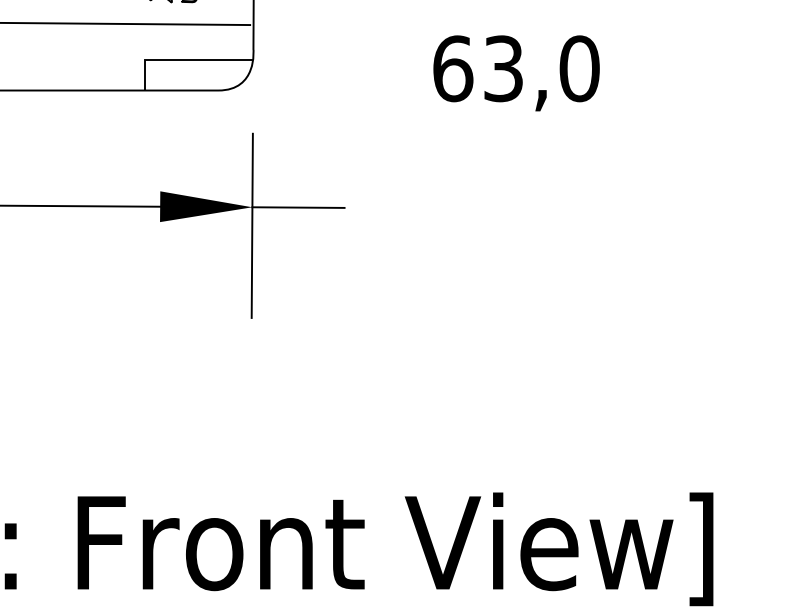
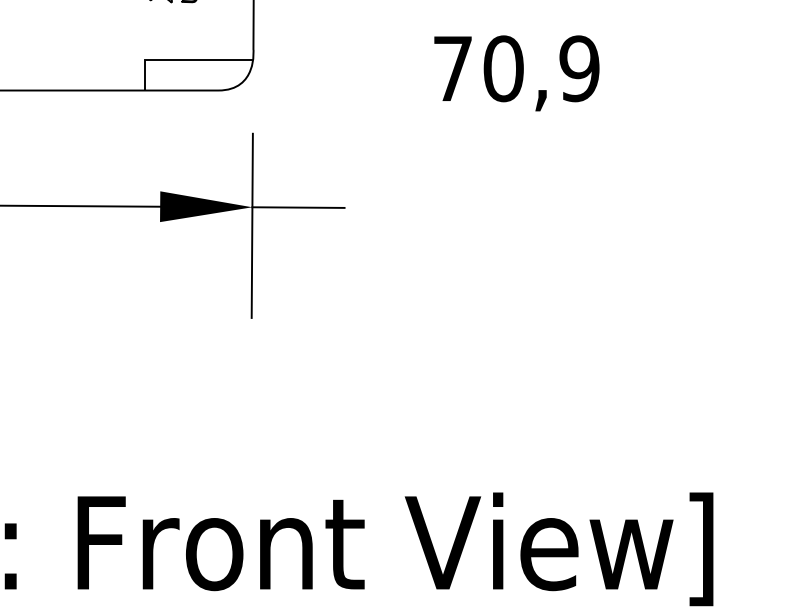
line at (126, 23): present -> none
text at (516, 68): 63,0 -> 70,9
